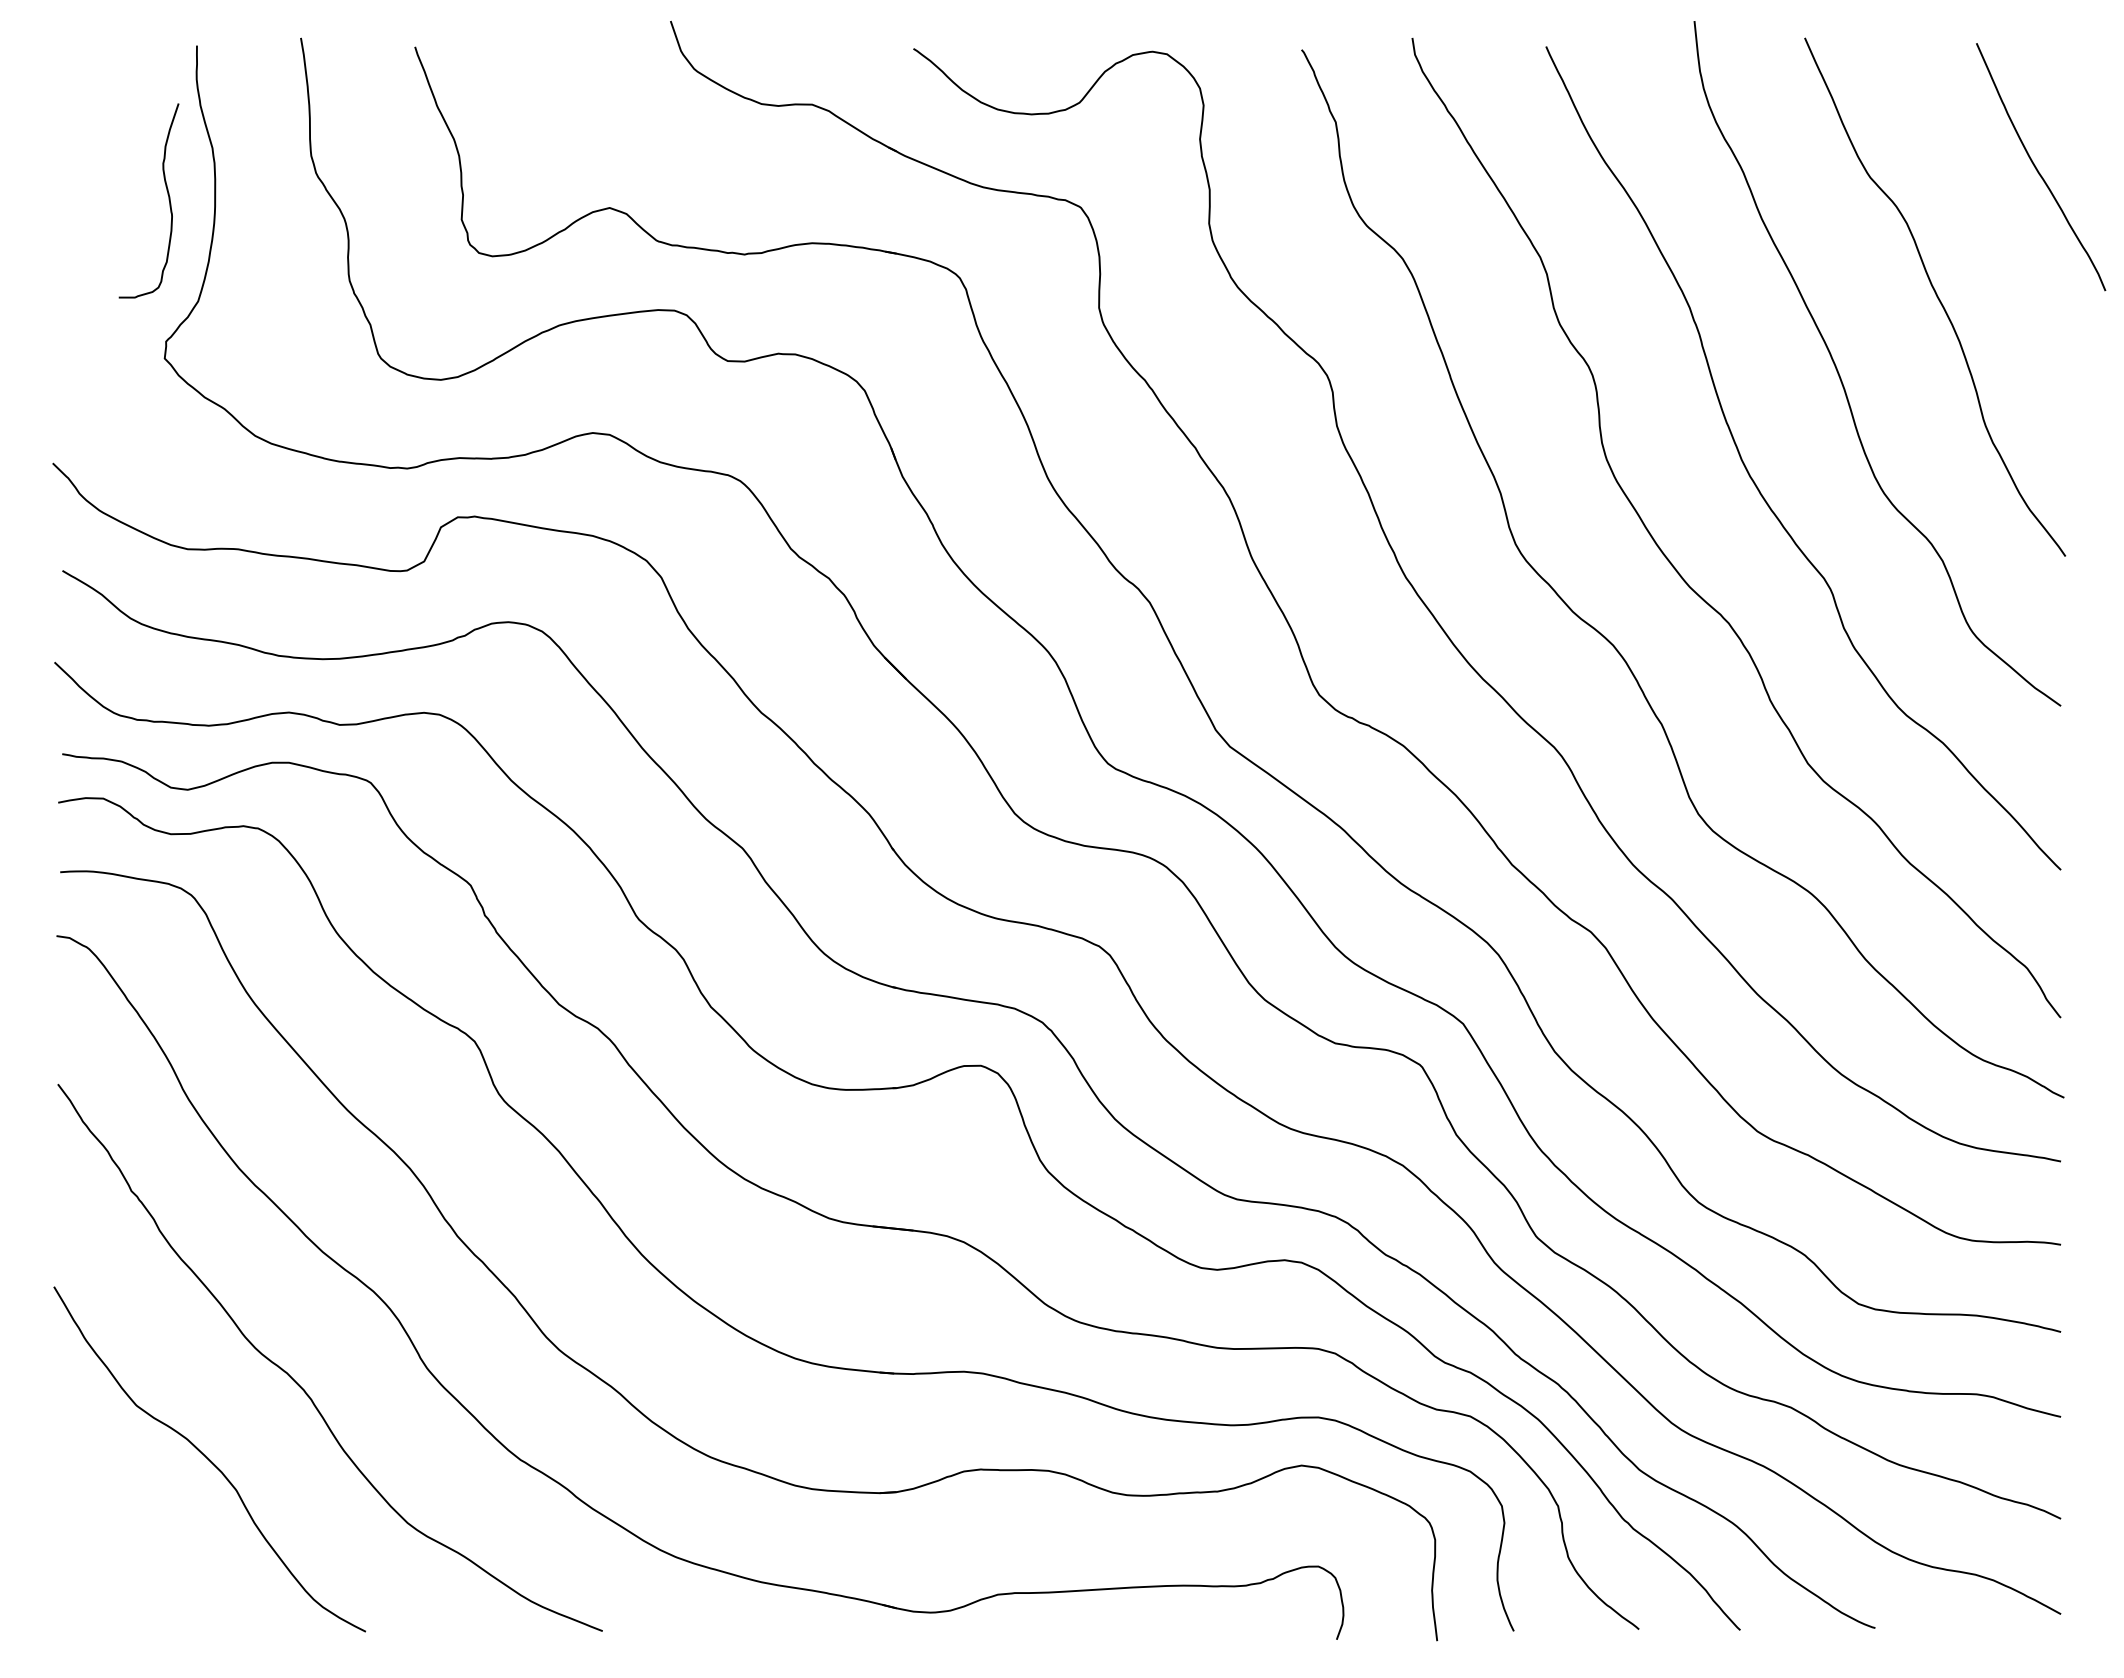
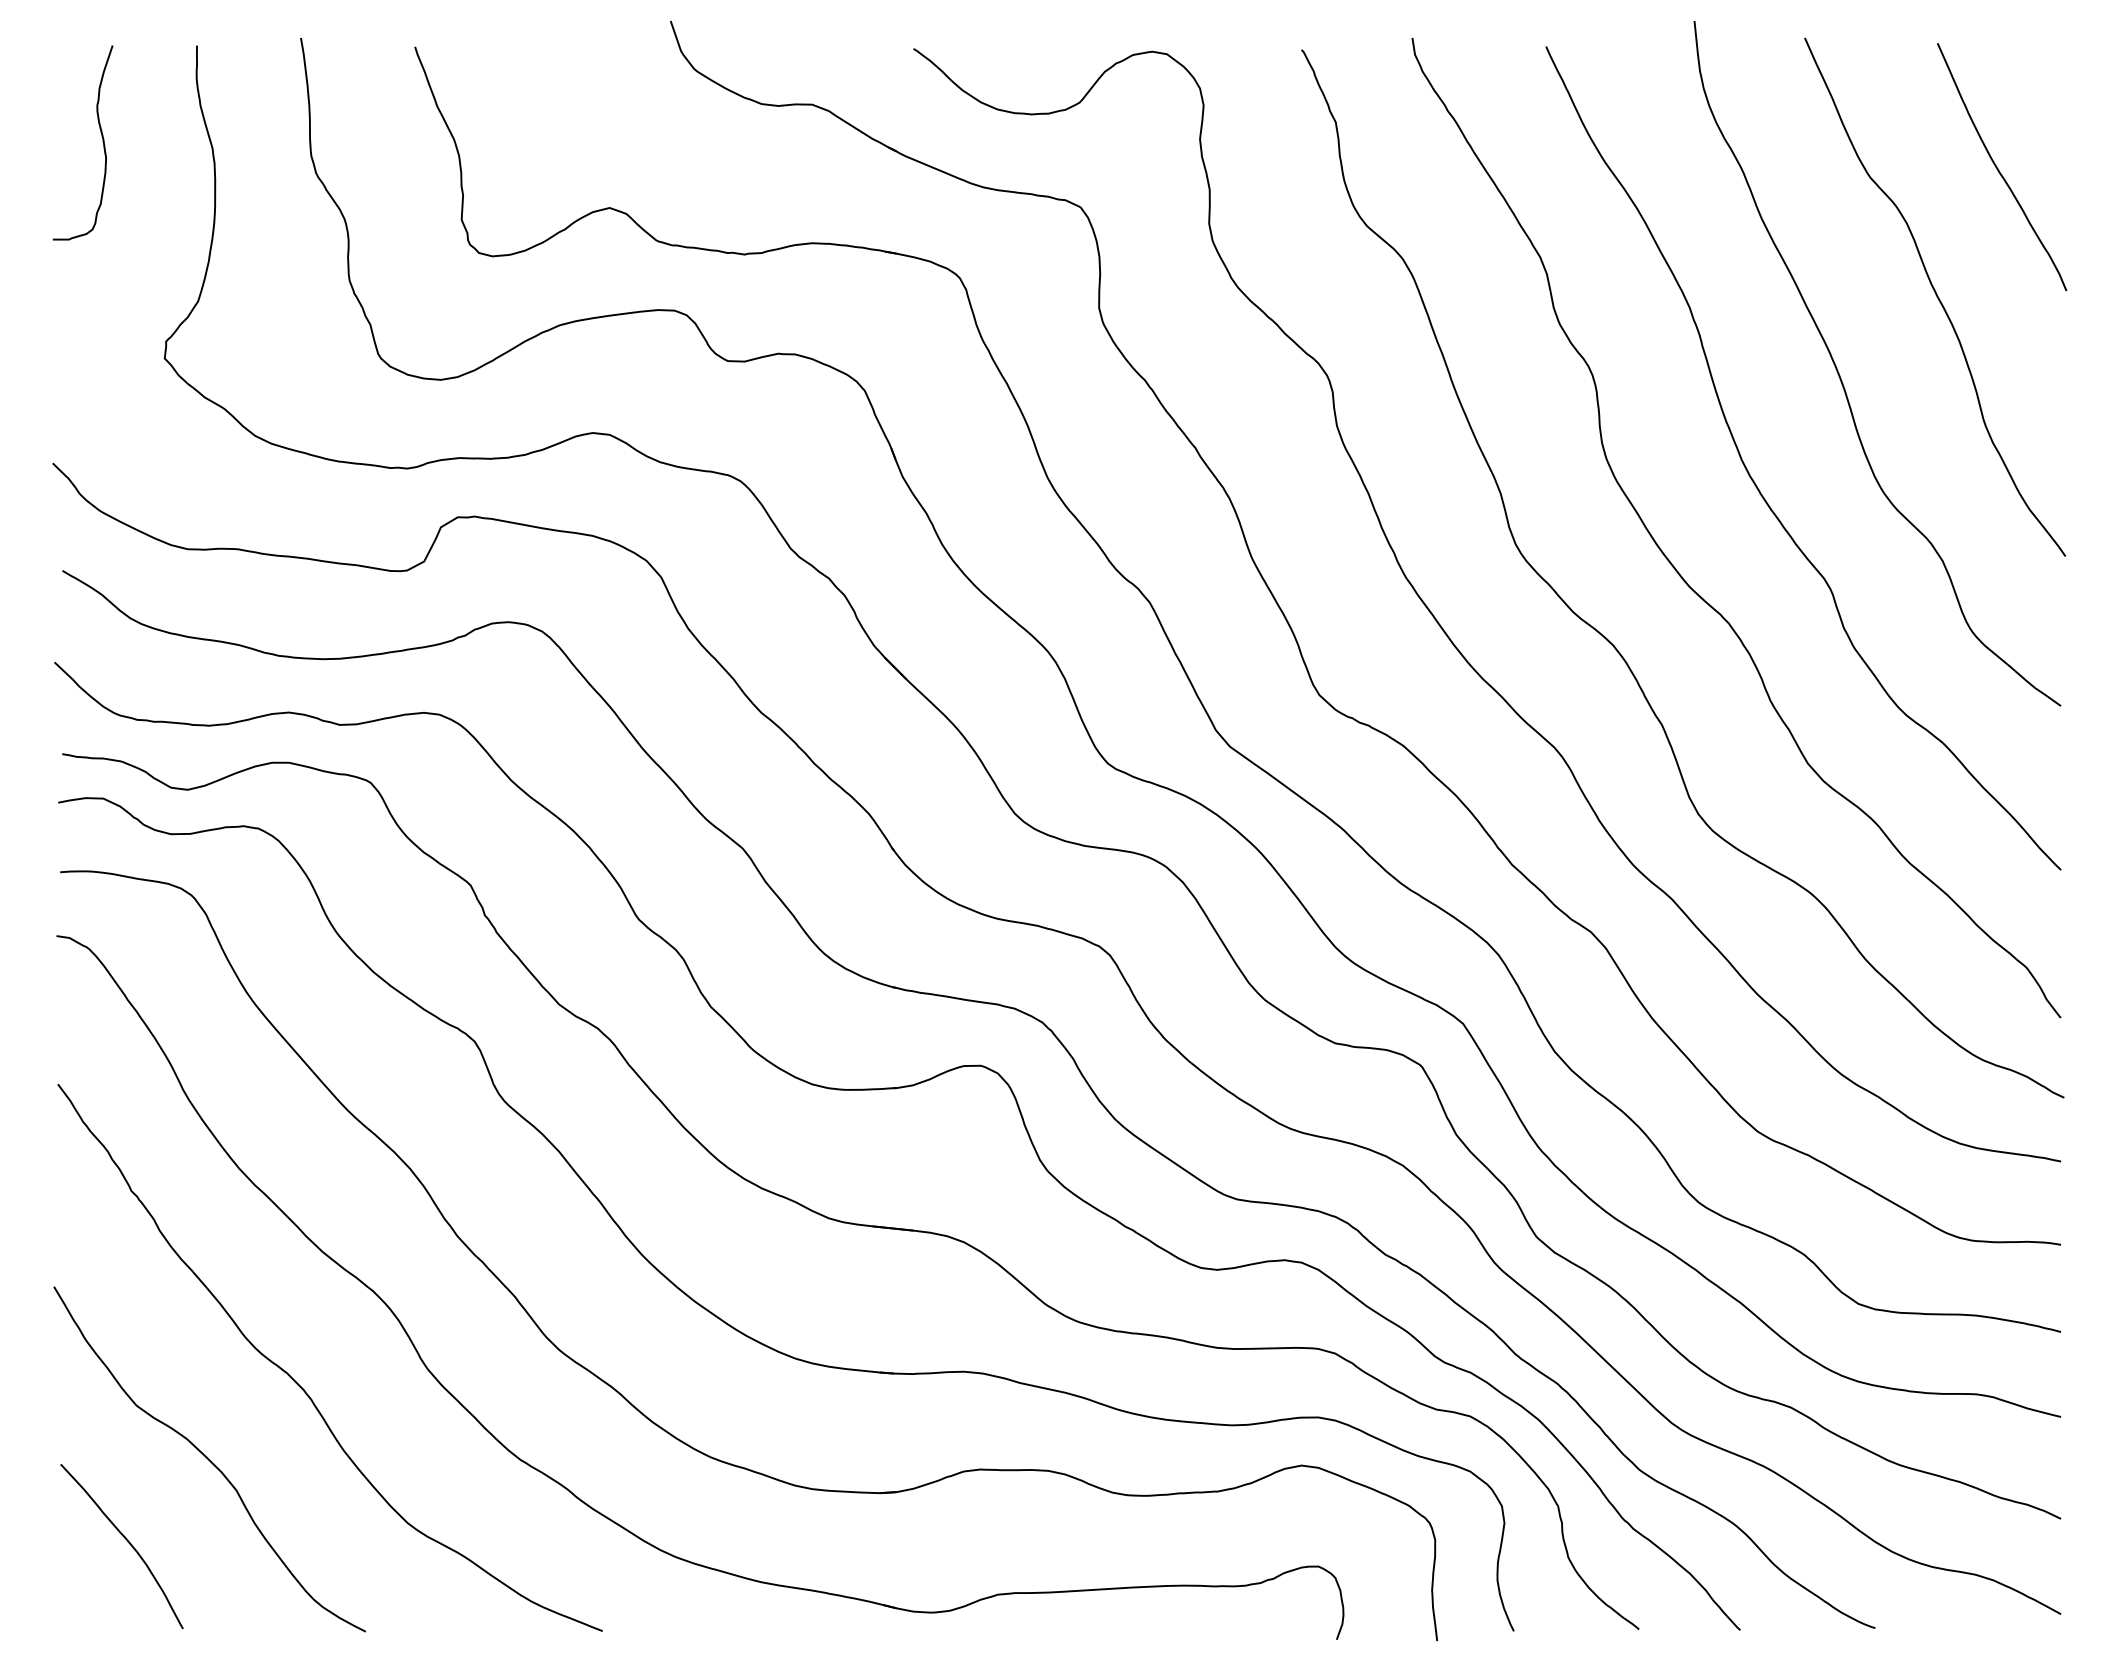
curve at (2037, 168) position: (2037, 168) -> (1998, 168)
curve at (167, 194) position: (167, 194) -> (101, 136)
curve at (127, 1542): none -> present
